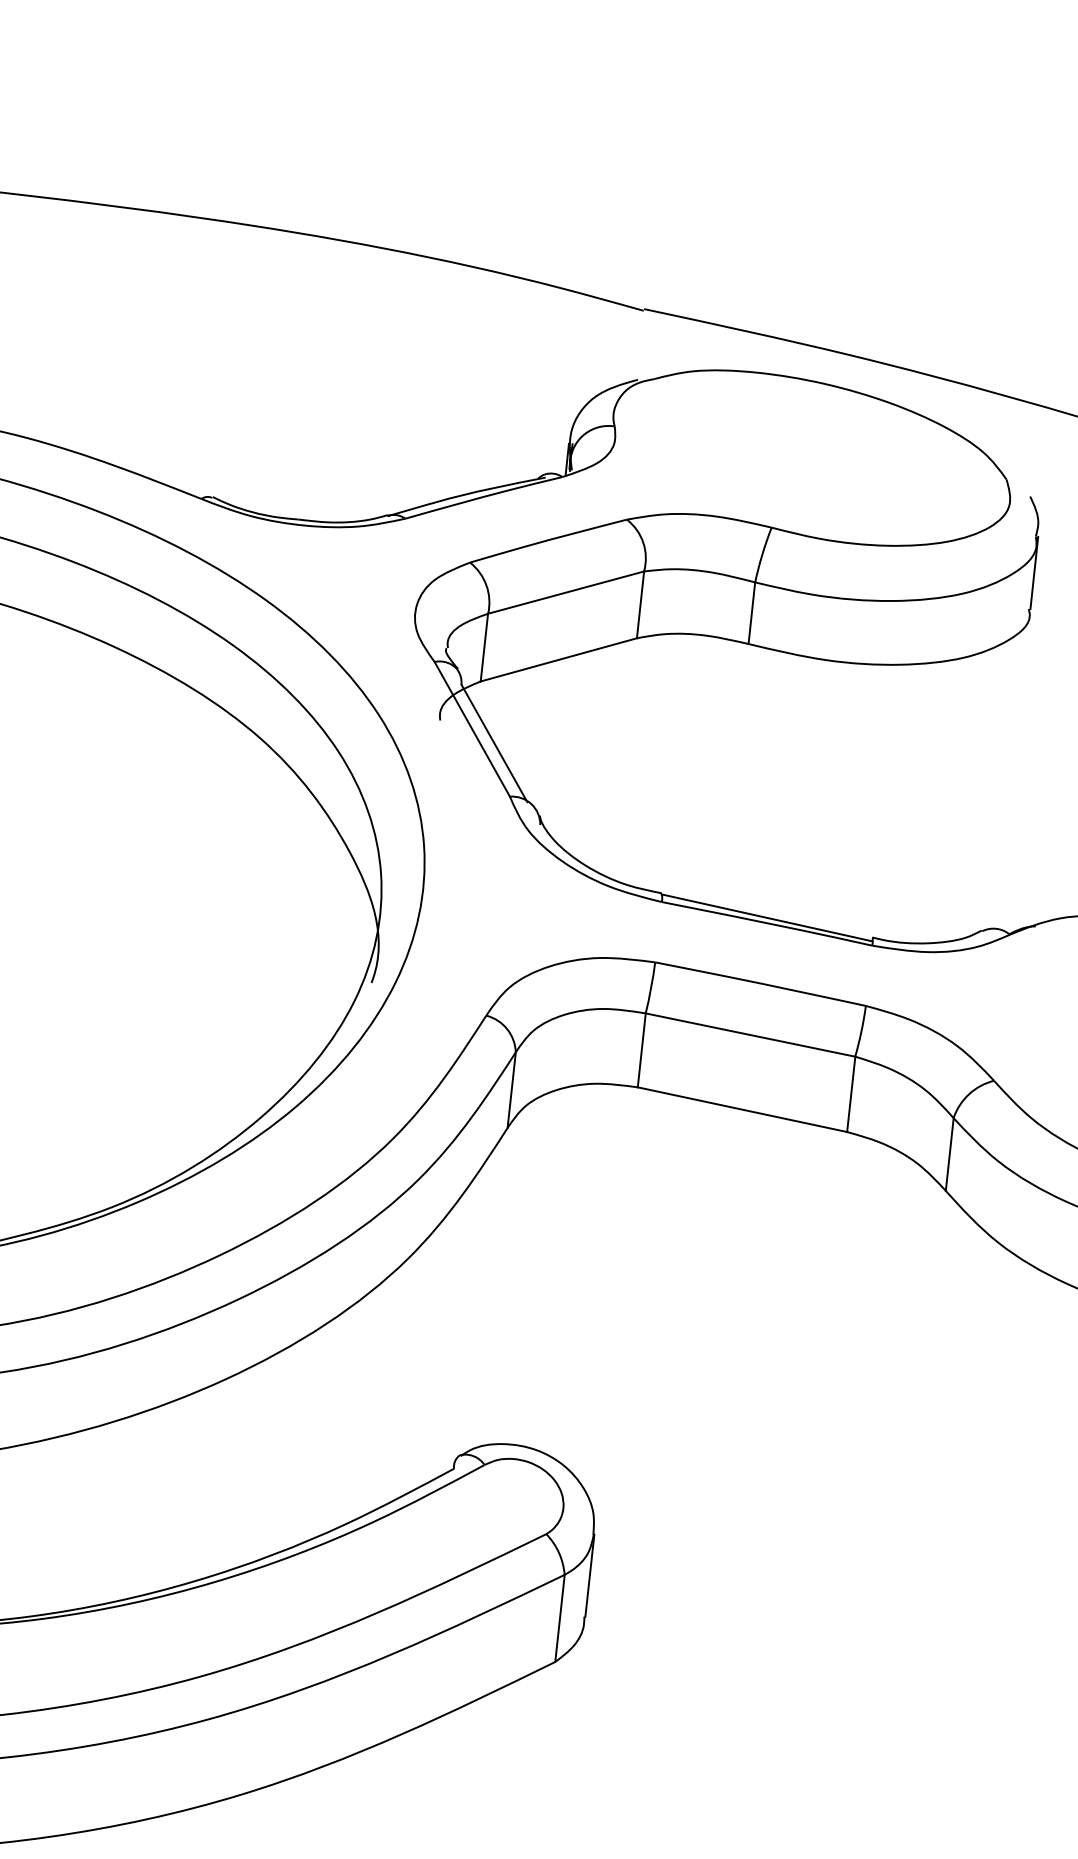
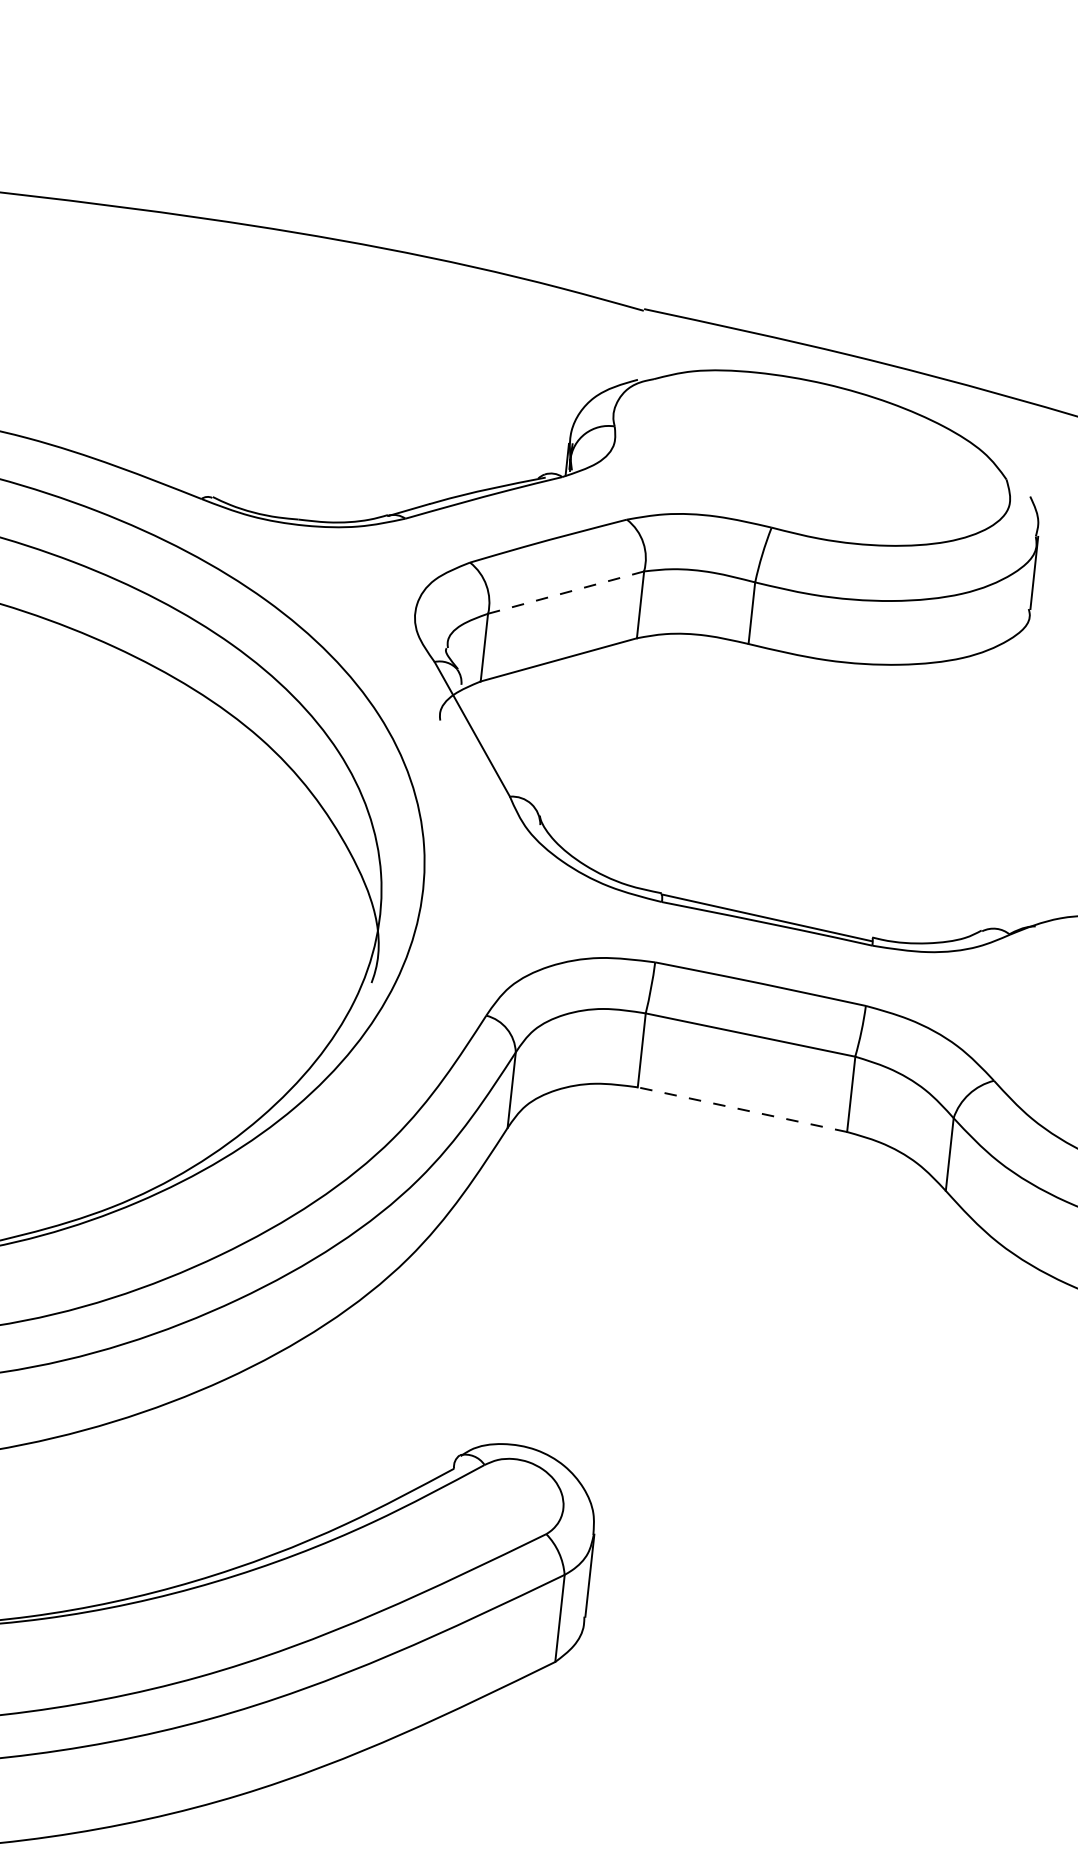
line at (566, 592): solid -> dashed
line at (494, 743): present -> none
line at (741, 1109): solid -> dashed
